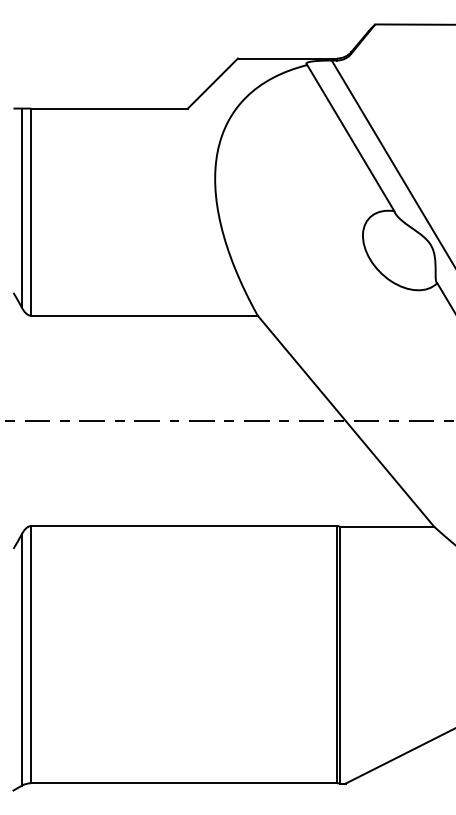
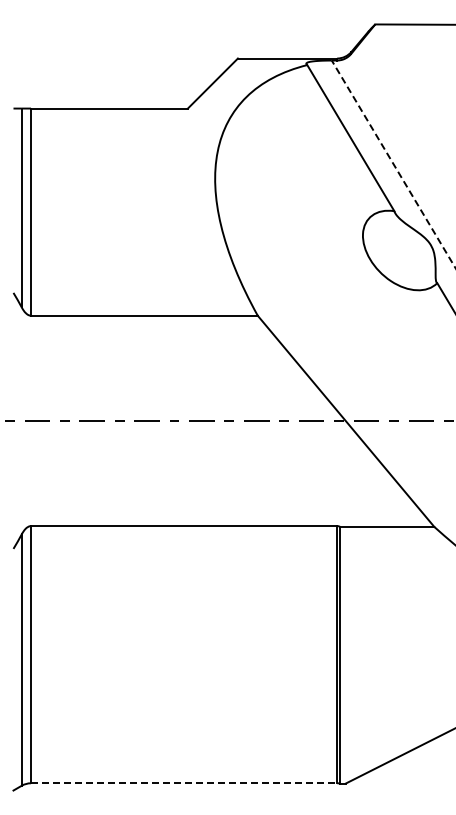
line at (393, 164): solid -> dashed
line at (184, 783): solid -> dashed
